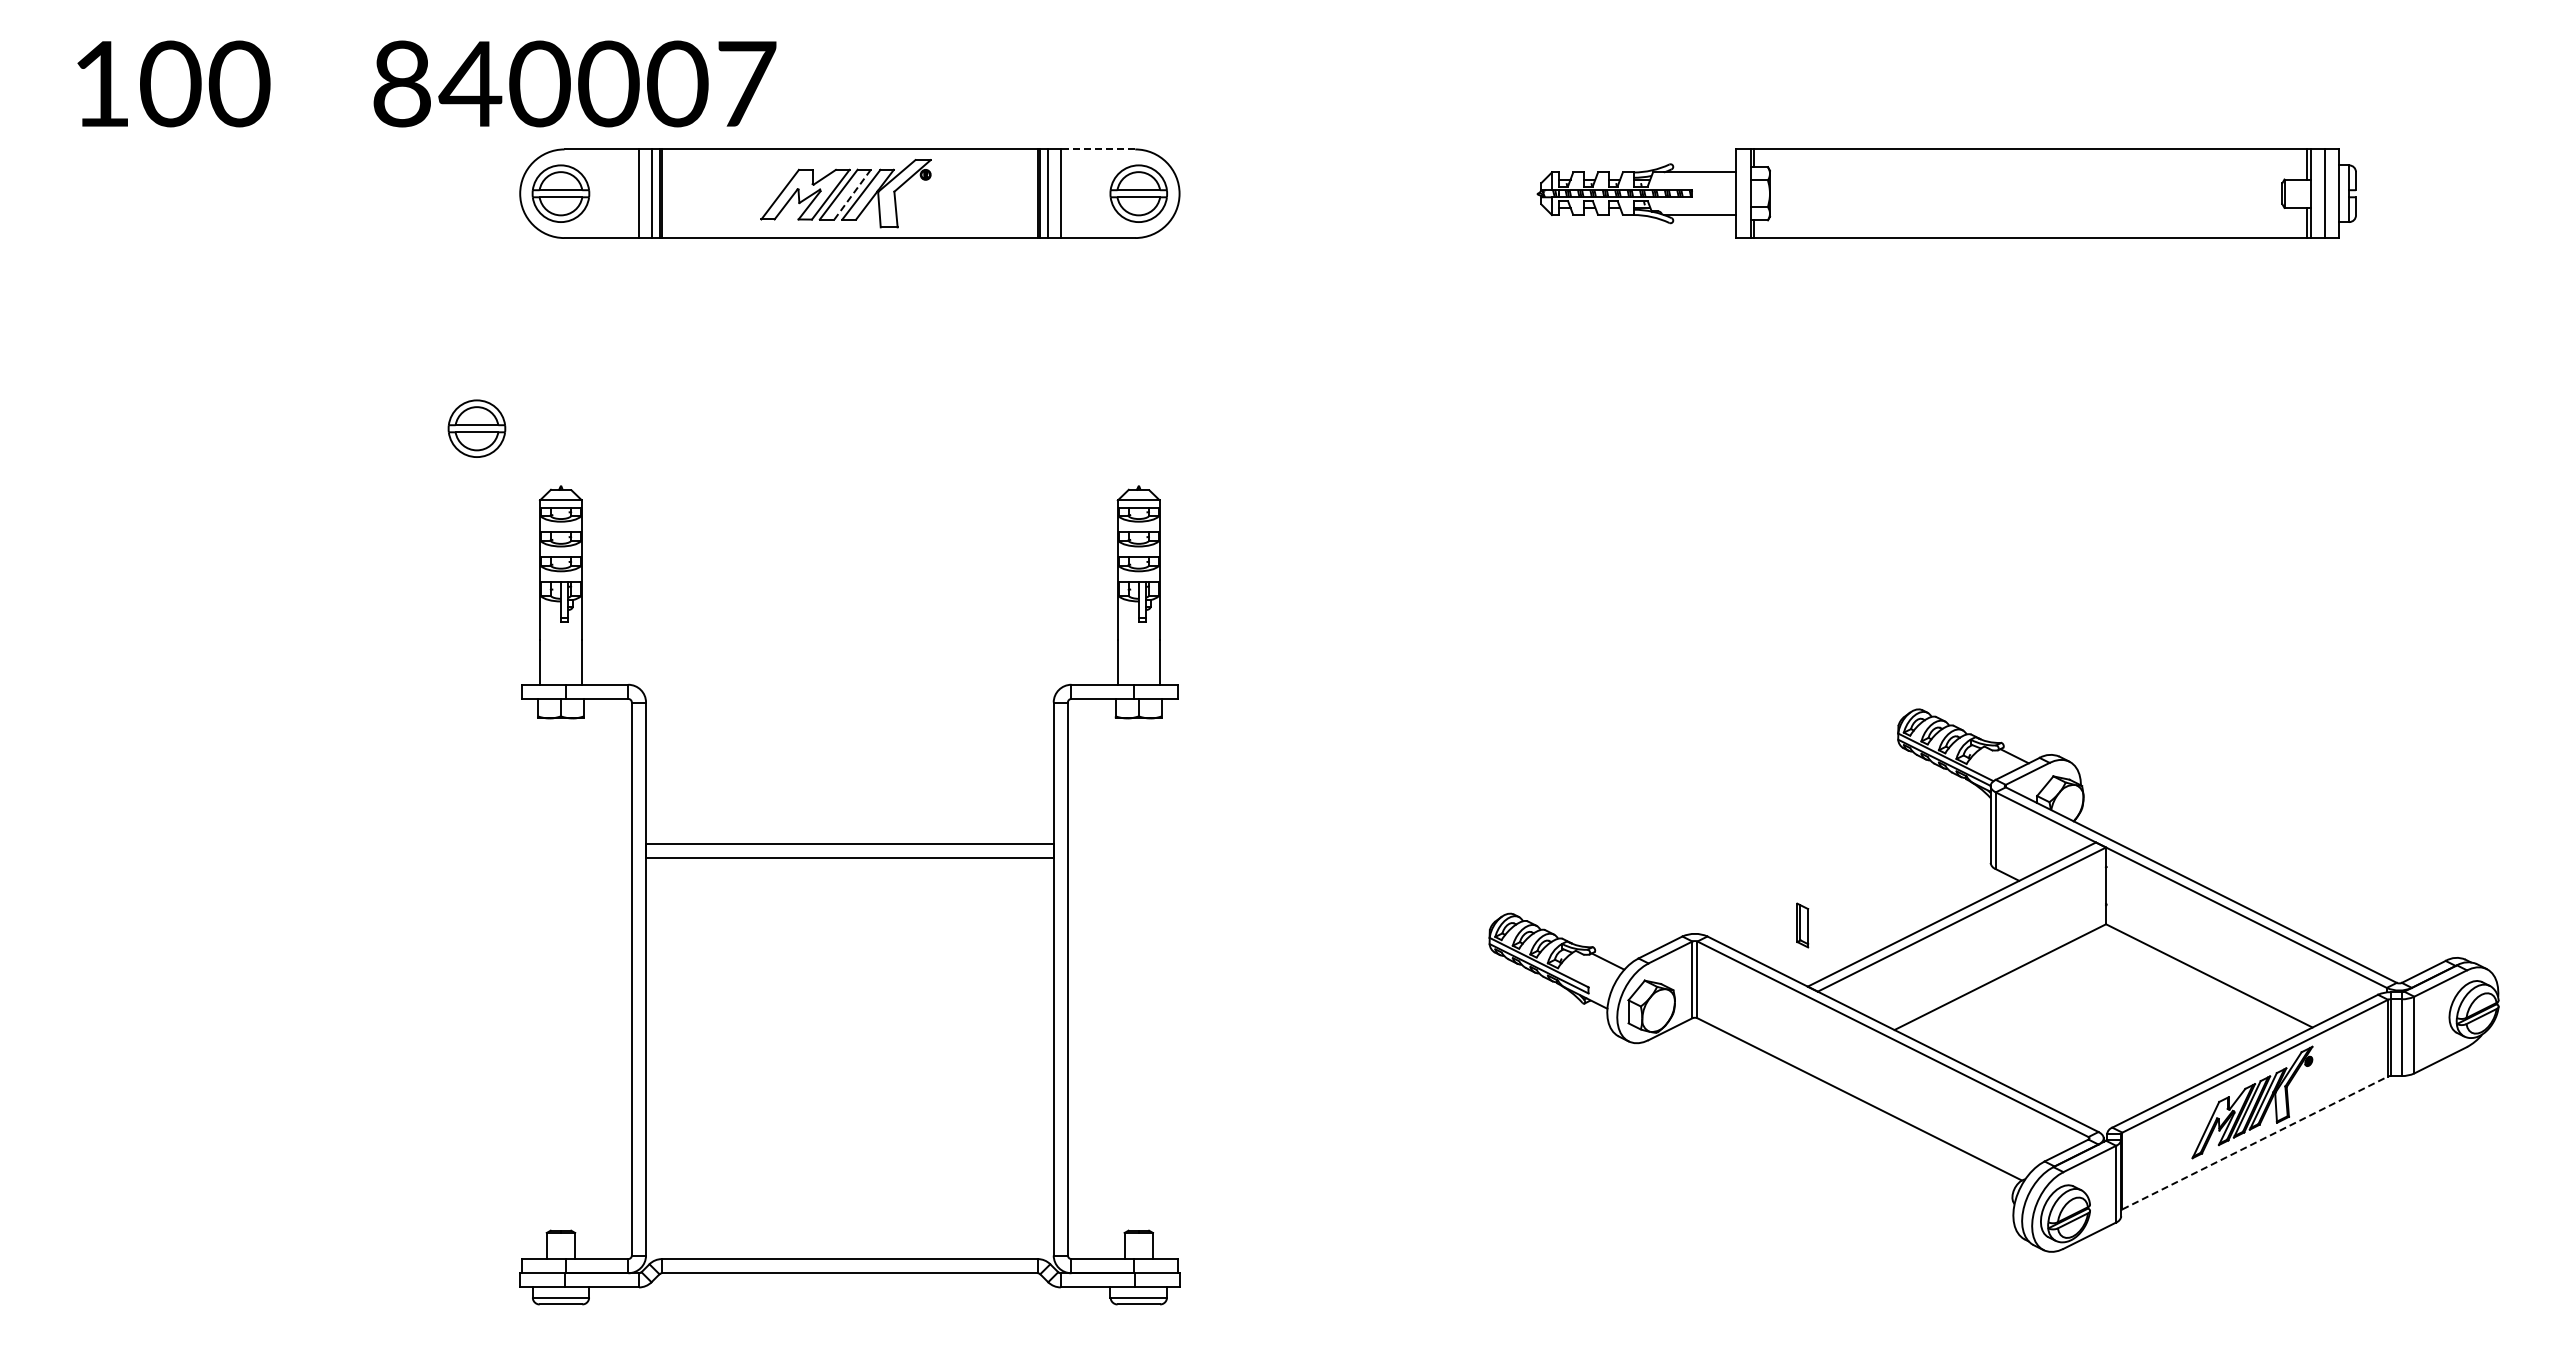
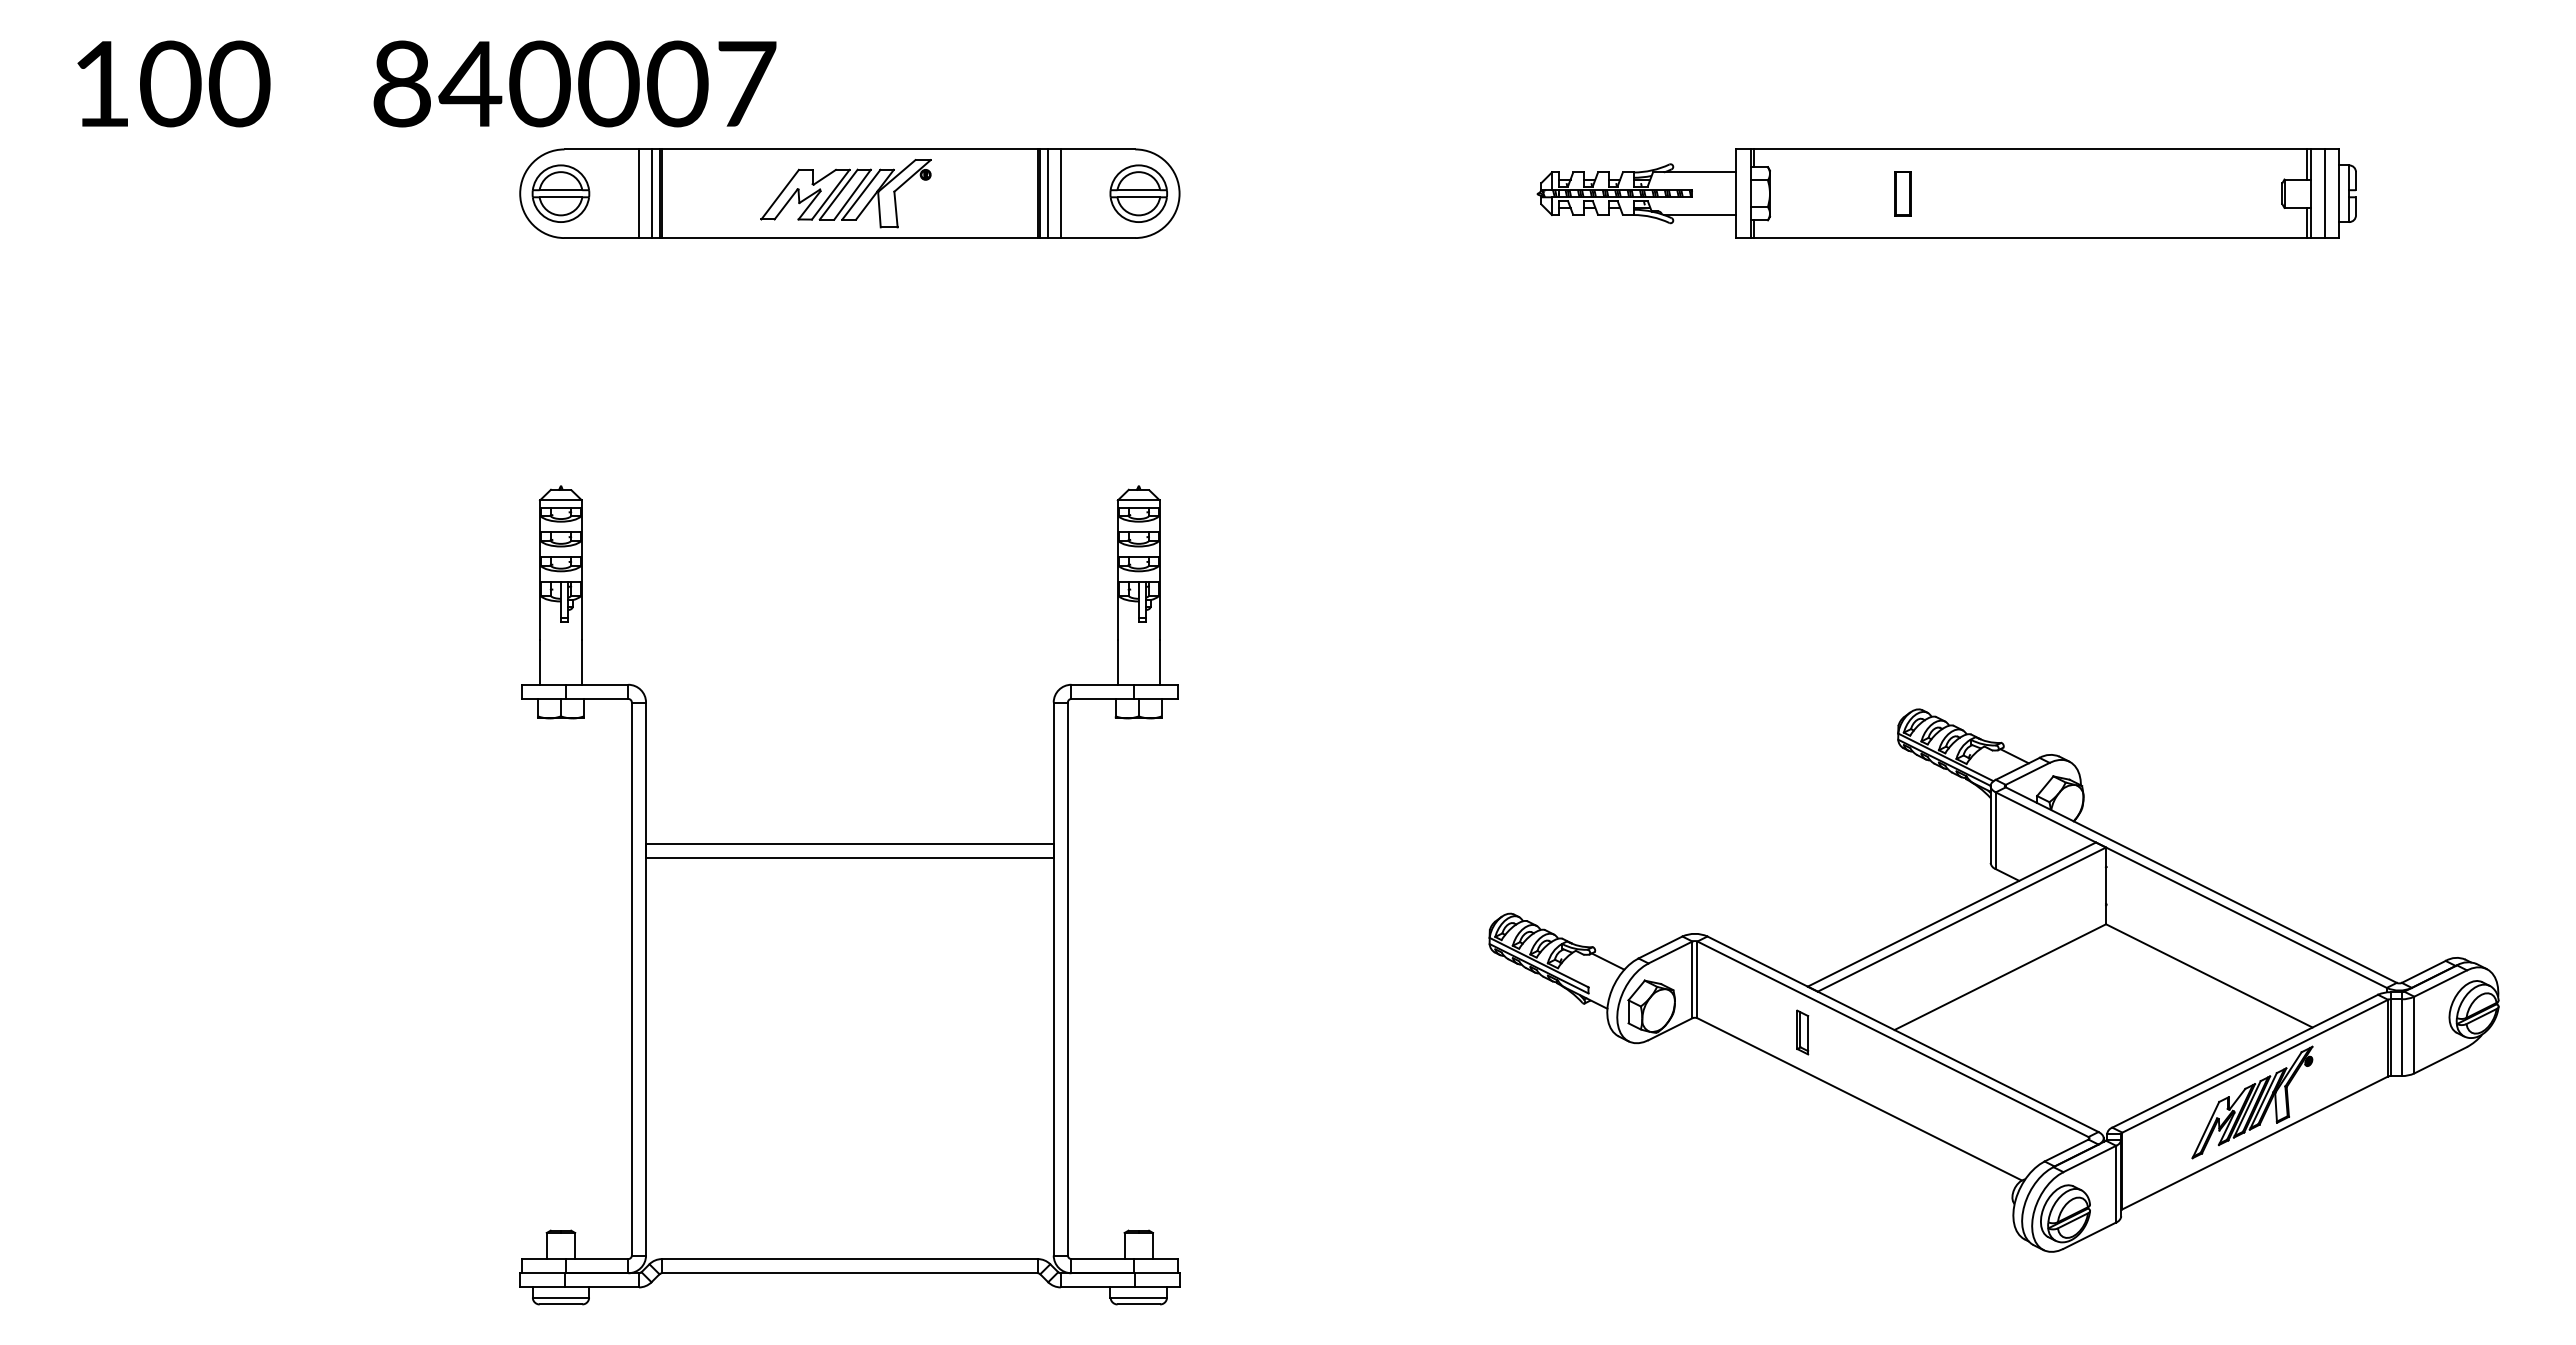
line at (1097, 149): dashed -> solid
part at (1902, 193): none -> present
line at (852, 194): dashed -> solid
part at (476, 428): present -> none
part at (1802, 925) position: (1802, 925) -> (1802, 1032)
line at (2255, 1142): dashed -> solid
